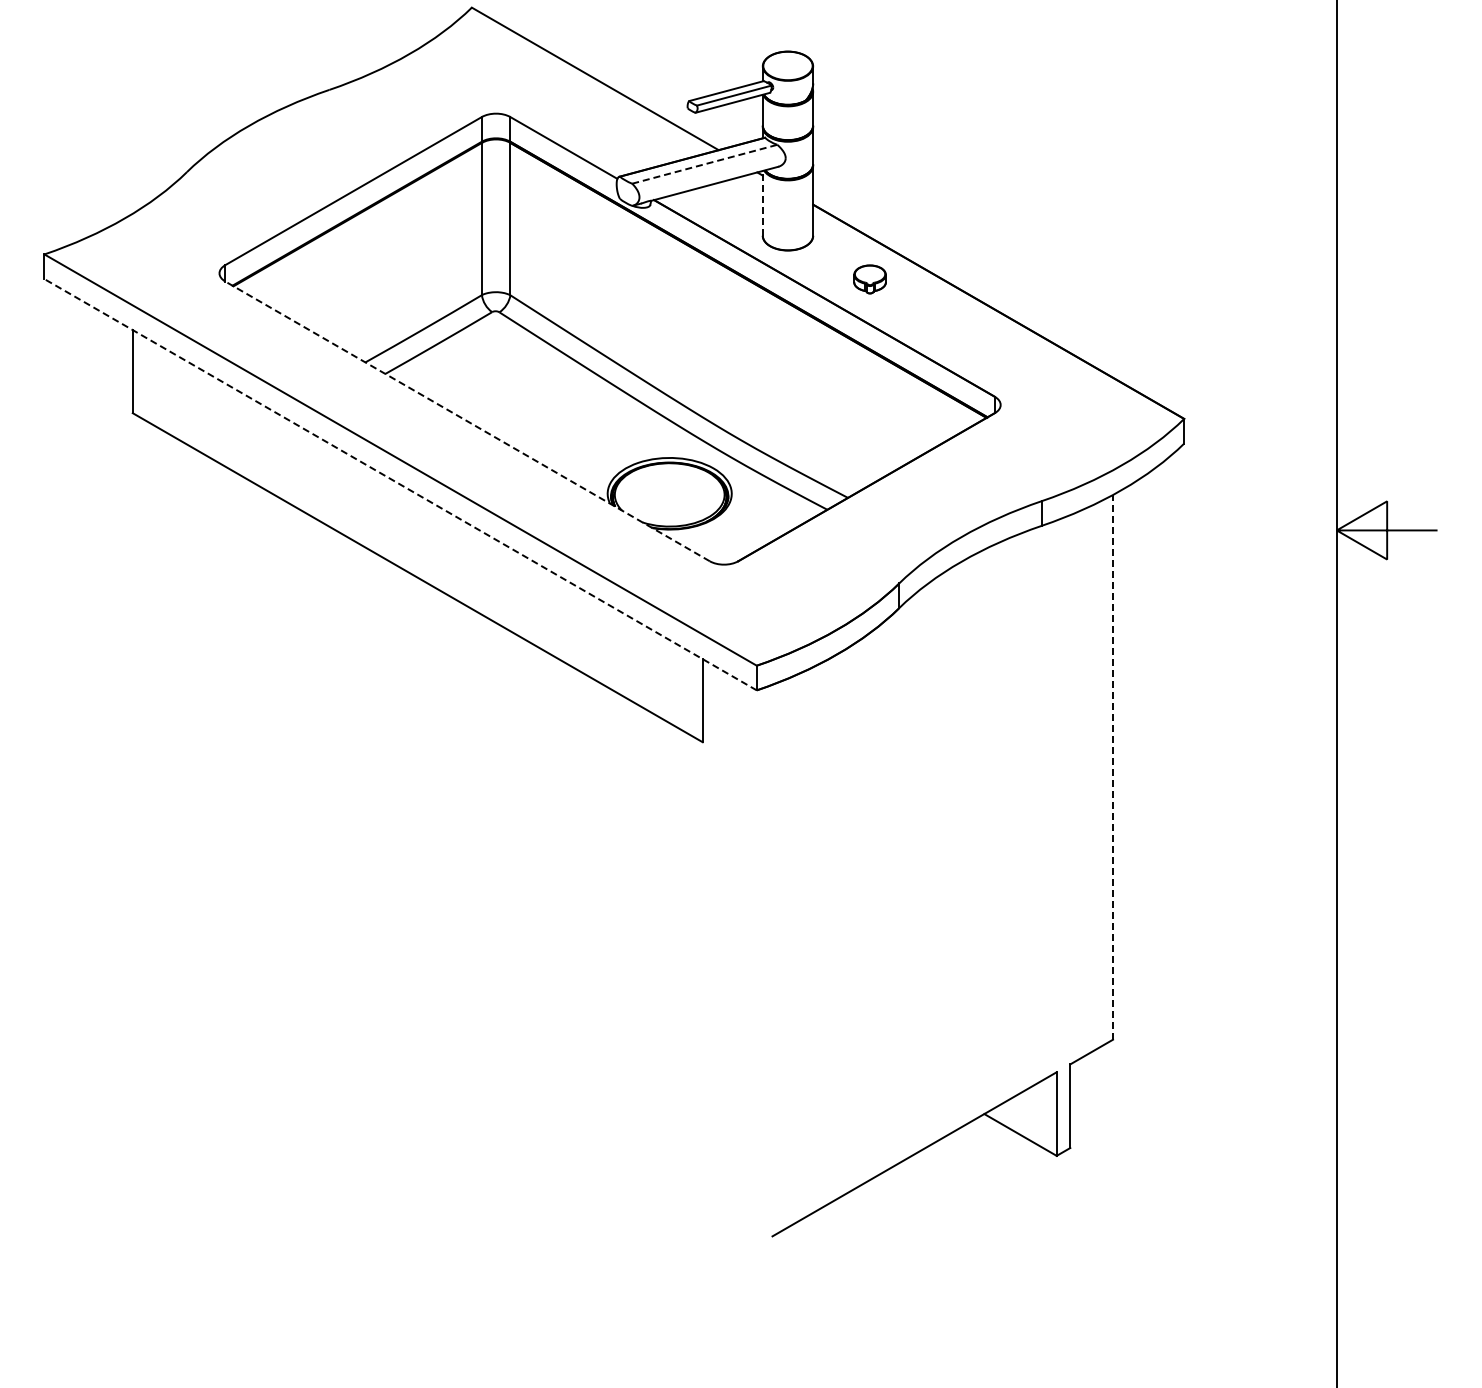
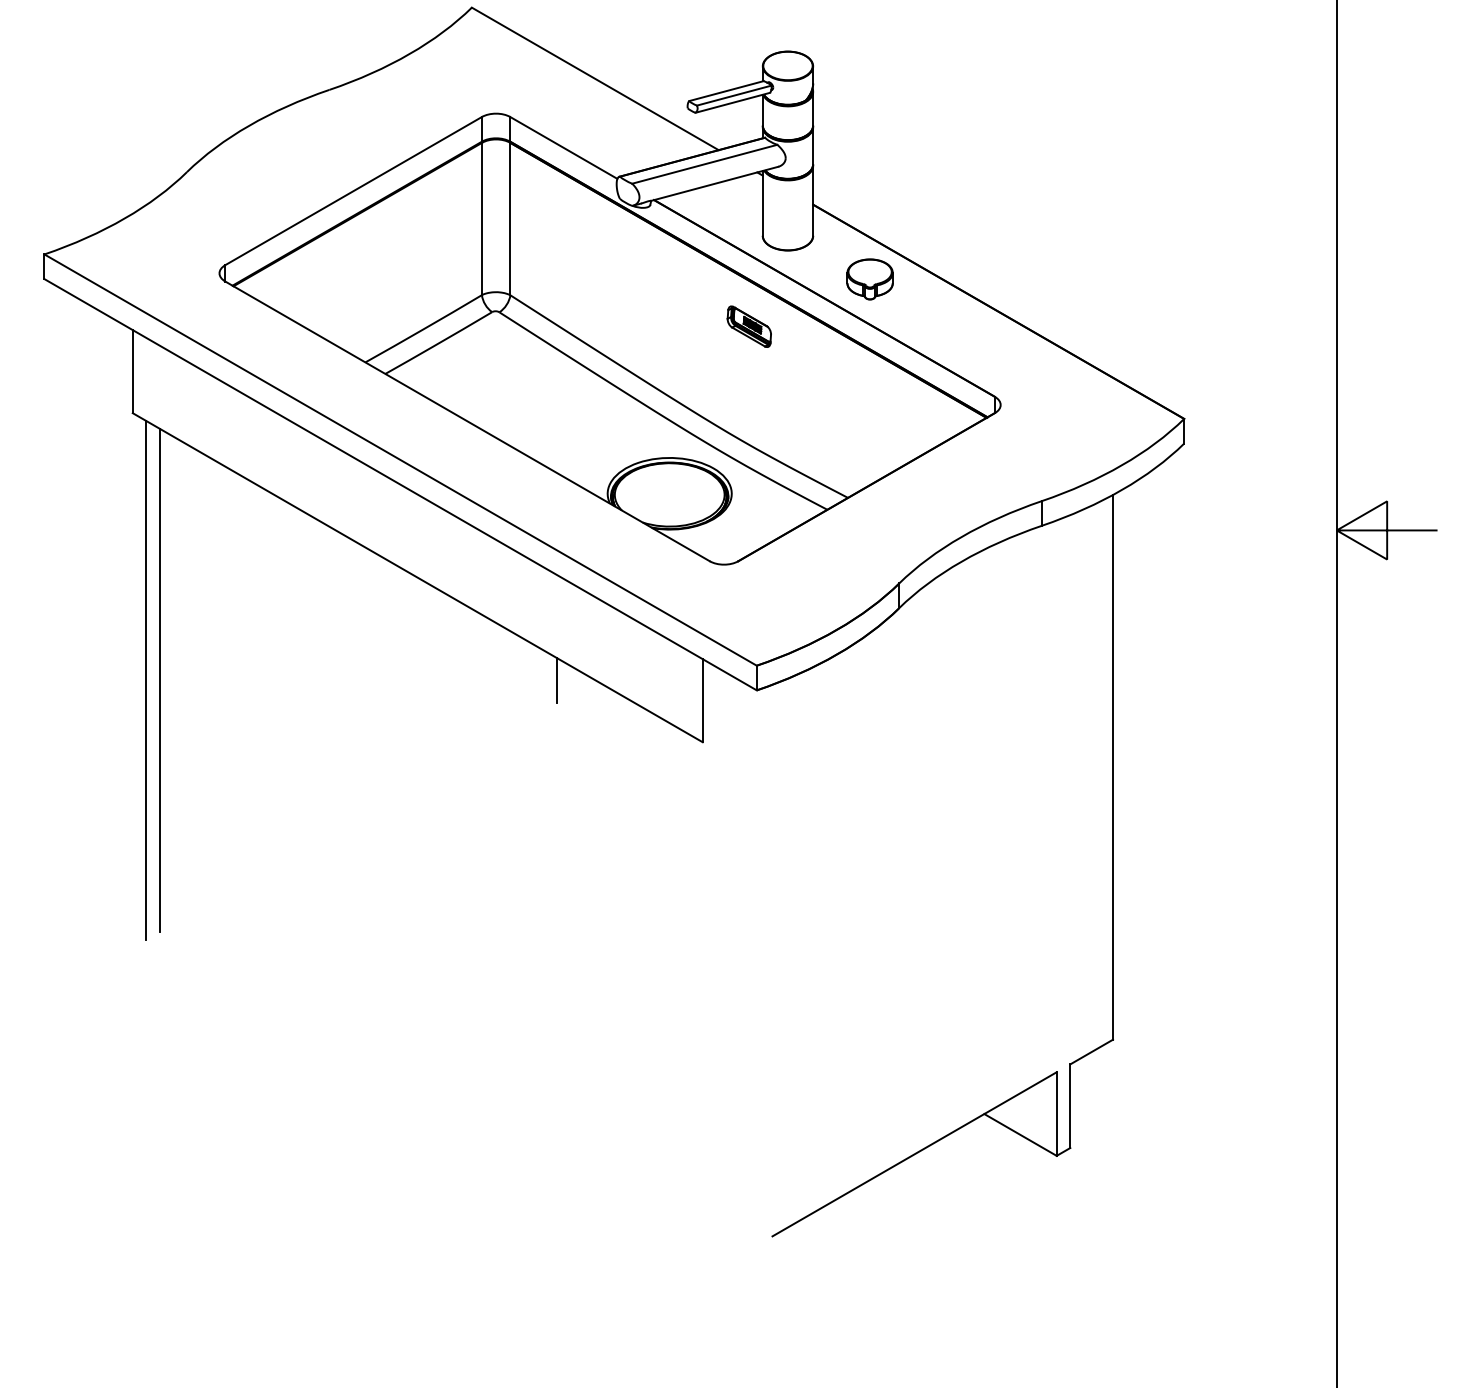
line at (705, 164): dashed -> solid
line at (762, 202): dashed -> solid
part at (869, 279) size: 34x31 px -> 48x43 px
part at (748, 326): none -> present
line at (467, 421): dashed -> solid
line at (400, 484): dashed -> solid
line at (556, 679): none -> present
line at (146, 680): none -> present
line at (159, 680): none -> present
line at (1113, 766): dashed -> solid
